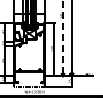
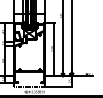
line at (62, 36): dashed -> solid
